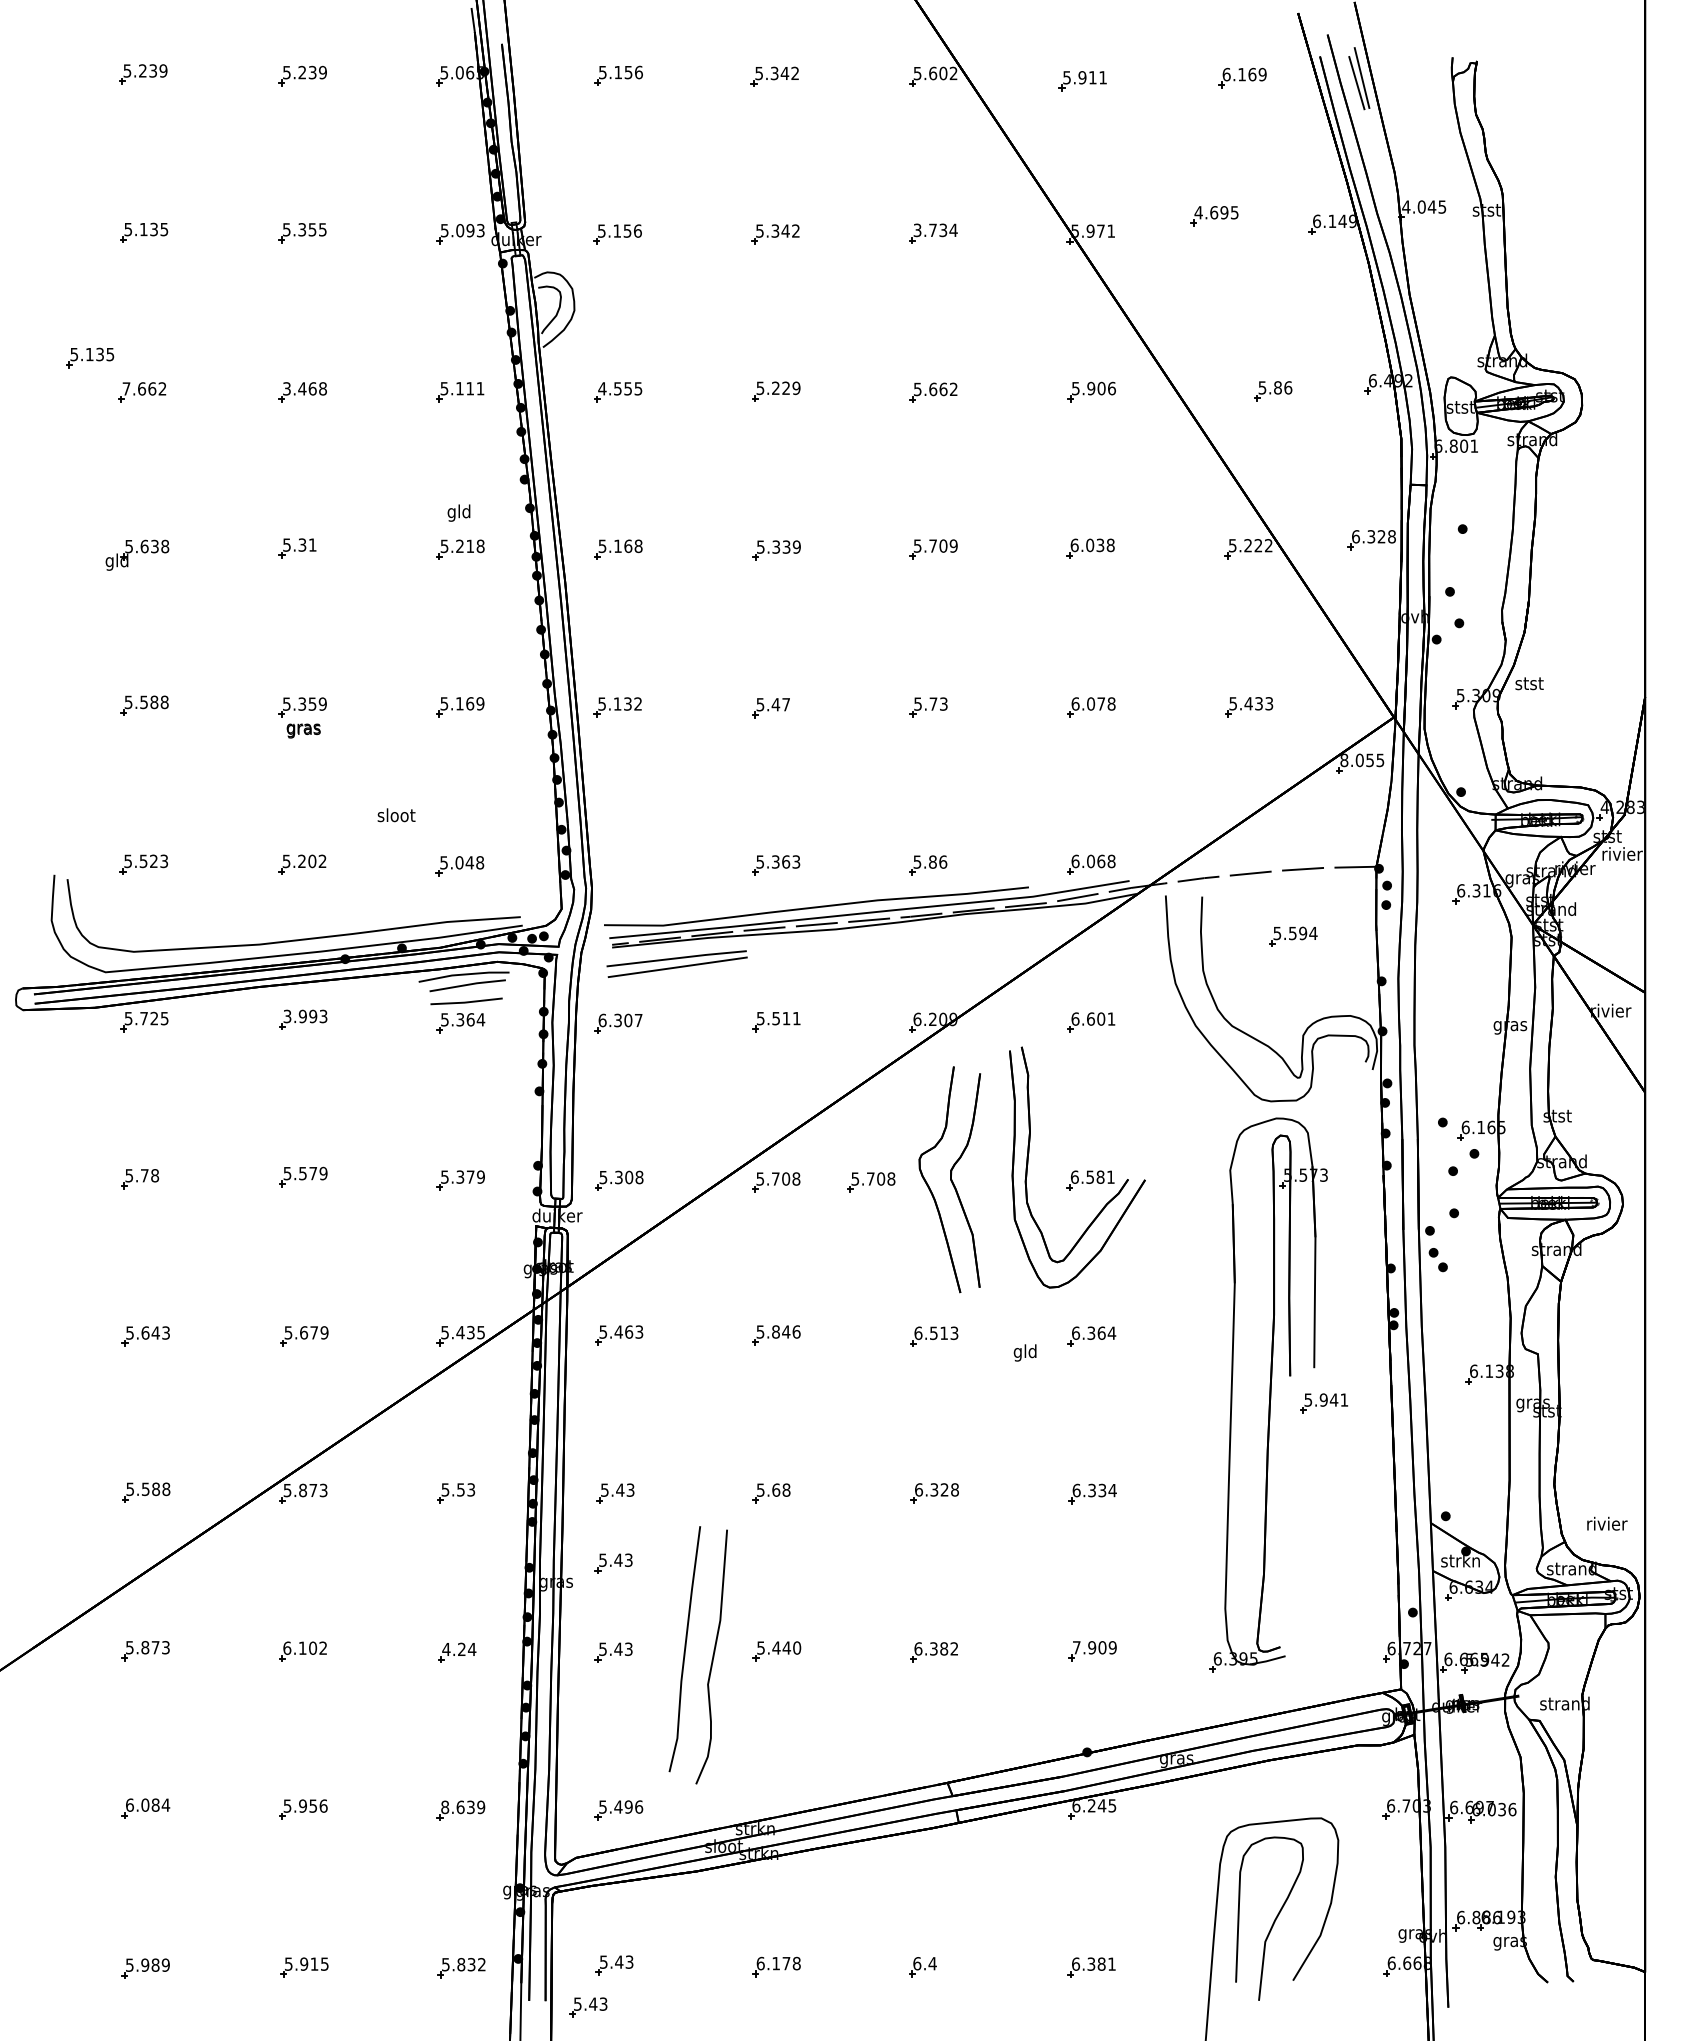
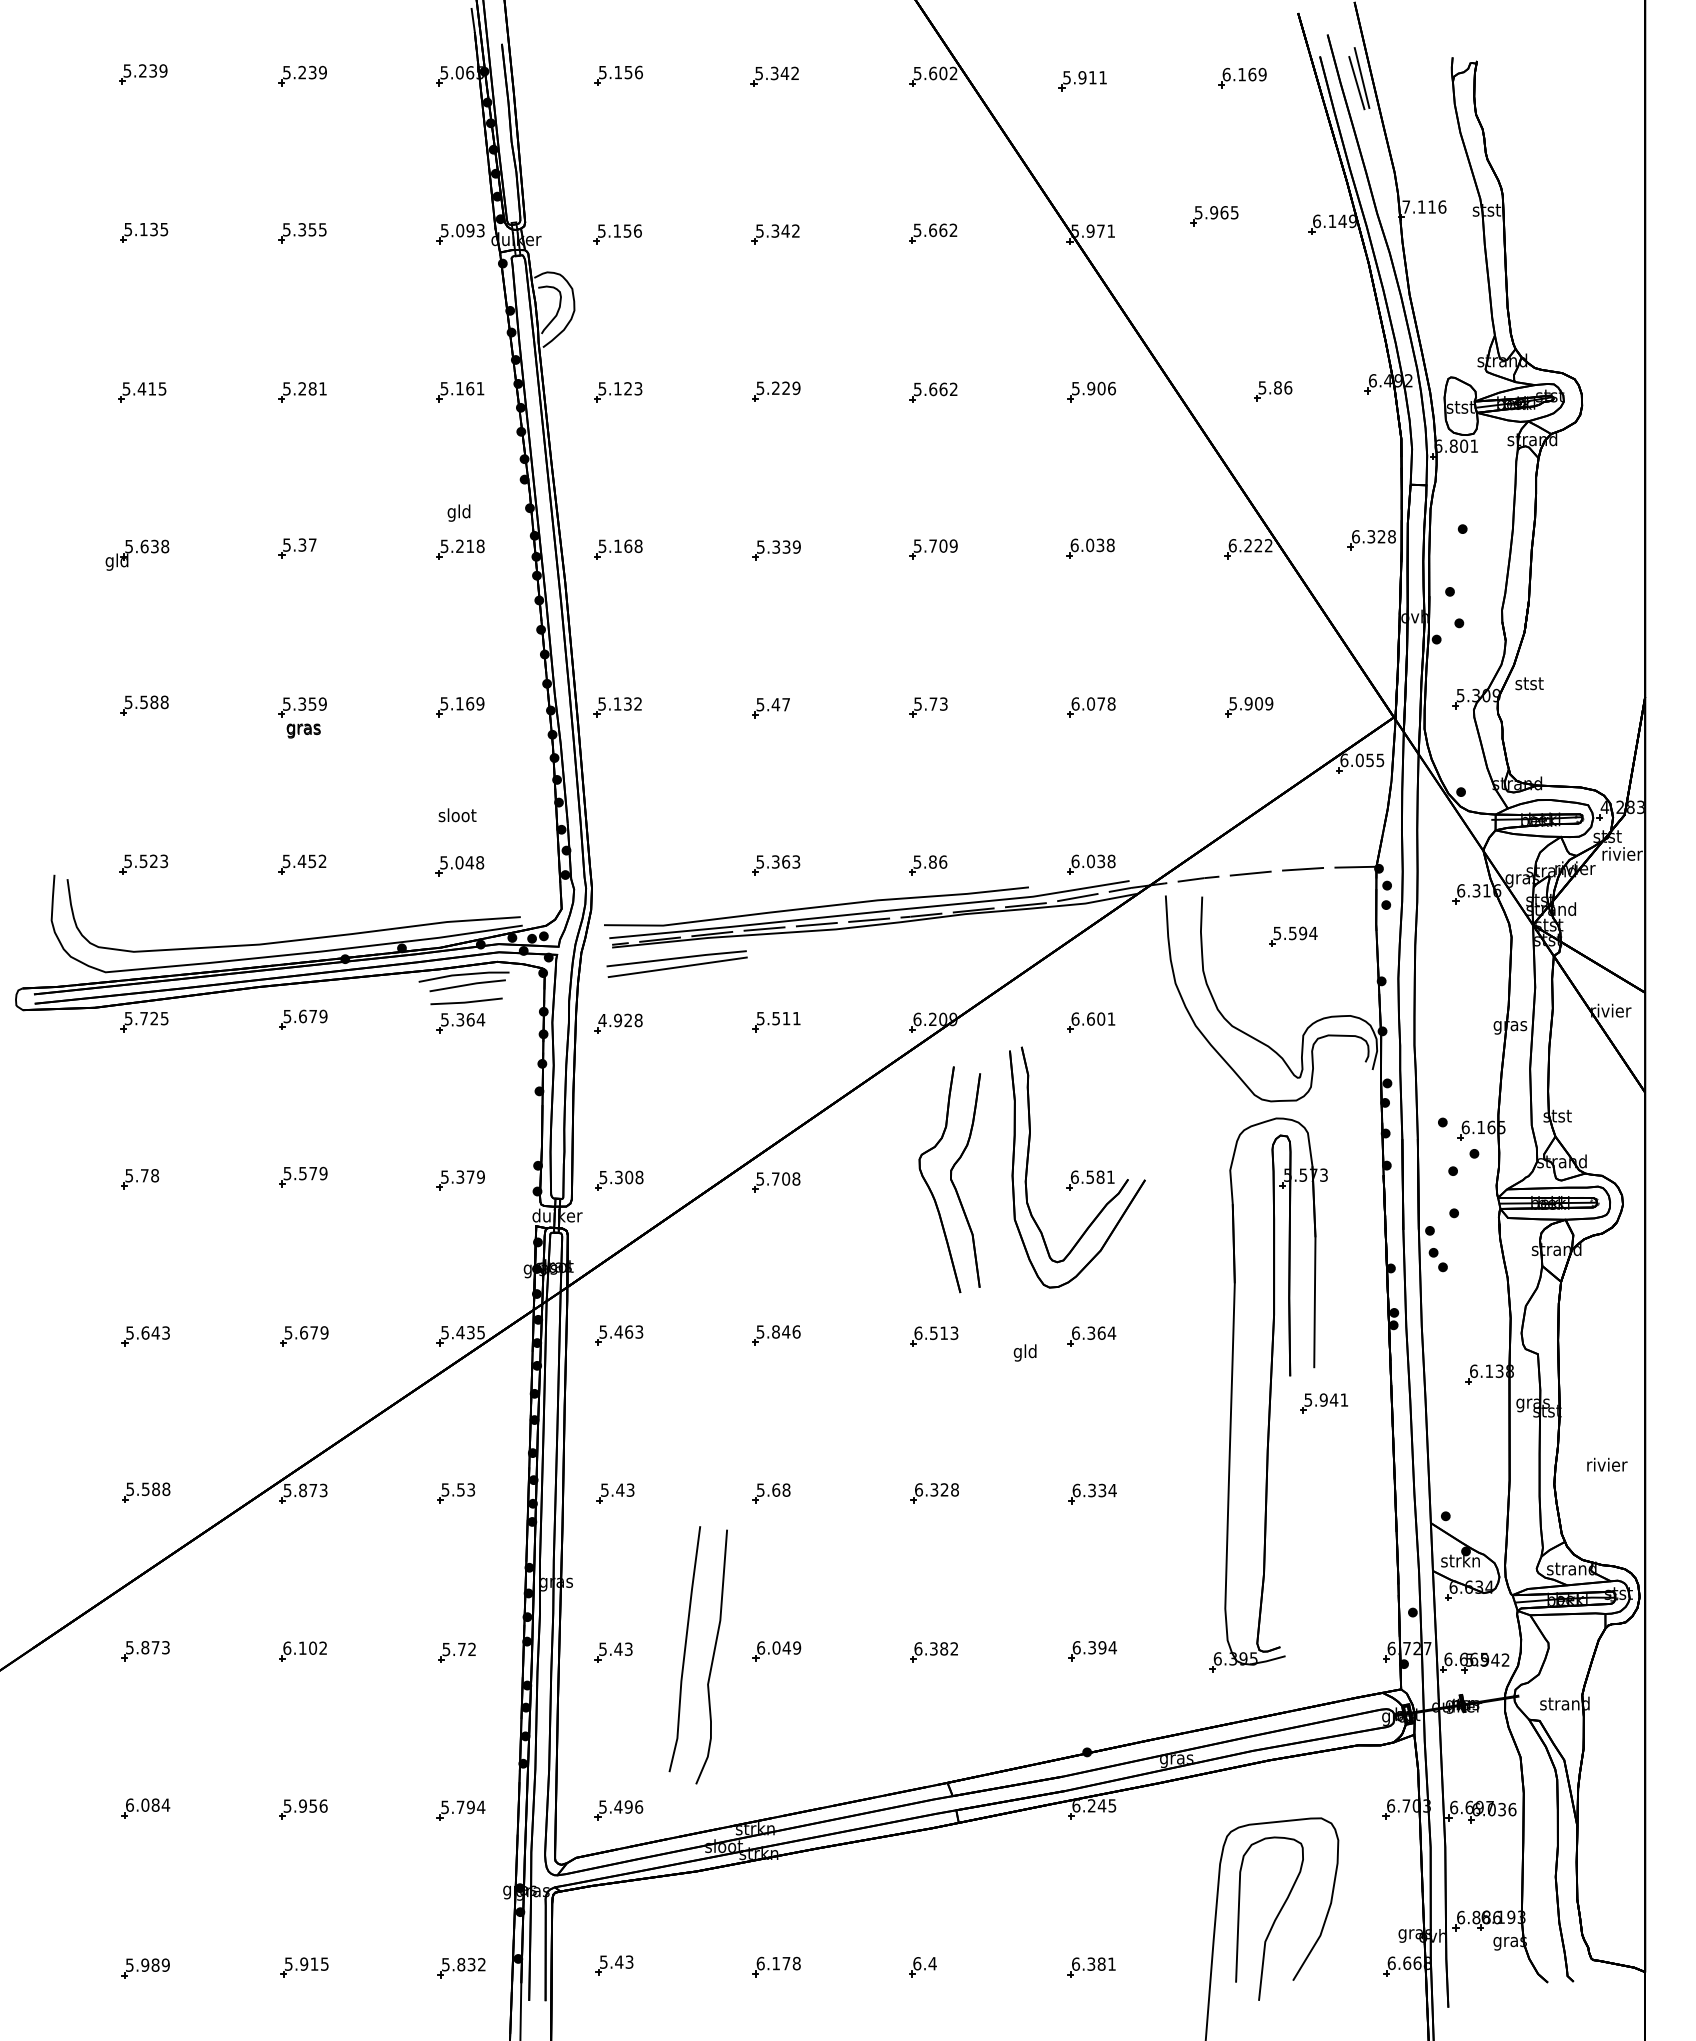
text at (1424, 206): 4.045 -> 7.116
text at (1211, 212): 4.695 -> 5.965
text at (935, 230): 3.734 -> 5.662
part at (90, 357): present -> none
text at (144, 388): 7.662 -> 5.415
text at (304, 388): 3.468 -> 5.281
text at (470, 388): 5.111 -> 5.161
text at (620, 388): 4.555 -> 5.123
text at (312, 544): 5.31 -> 5.37
text at (1232, 545): 5.222 -> 6.222
text at (1258, 703): 5.433 -> 5.909
text at (1344, 759): 8.055 -> 6.055
text at (396, 815) position: (396, 815) -> (457, 815)
text at (306, 861): 5.202 -> 5.452
text at (1101, 861): 6.068 -> 6.038
text at (305, 1016): 3.993 -> 5.679
text at (620, 1020): 6.307 -> 4.928
part at (871, 1182): present -> none
text at (1607, 1523) position: (1607, 1523) -> (1607, 1464)
part at (613, 1563): present -> none
text at (778, 1647): 5.440 -> 6.049
text at (1094, 1647): 7.909 -> 6.394
text at (459, 1649): 4.24 -> 5.72
text at (463, 1807): 8.639 -> 5.794
part at (588, 2007): present -> none
